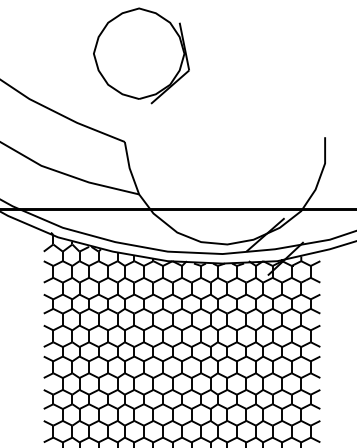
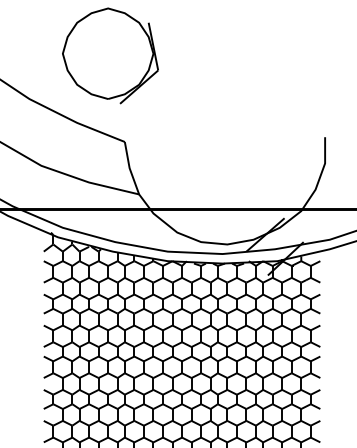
part at (141, 55) position: (141, 55) -> (110, 55)
